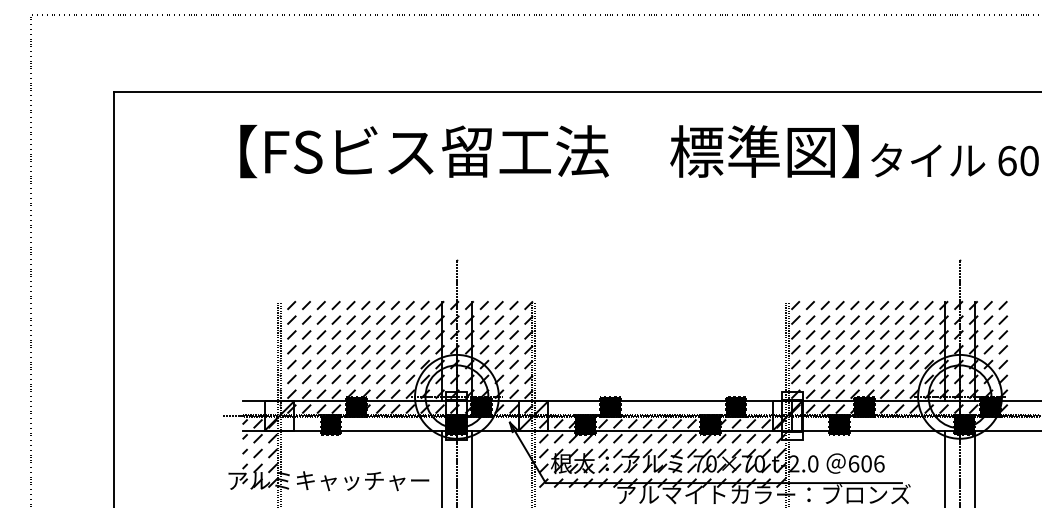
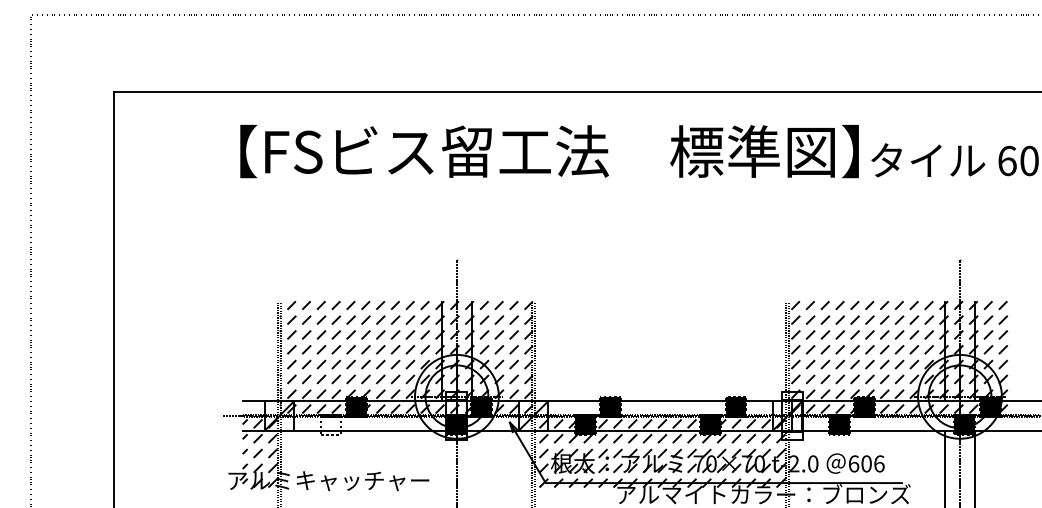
fill at (330, 425): present -> none
line at (442, 467): present -> none
line at (471, 467): present -> none
